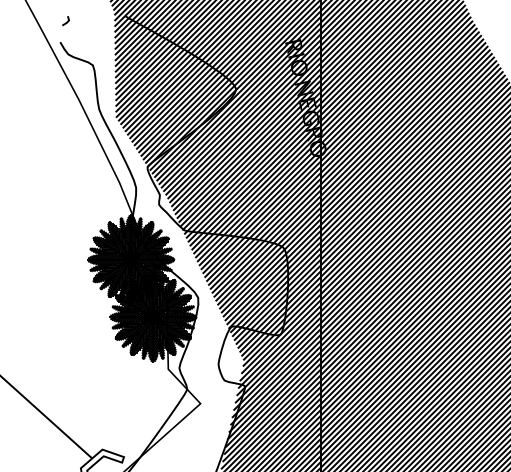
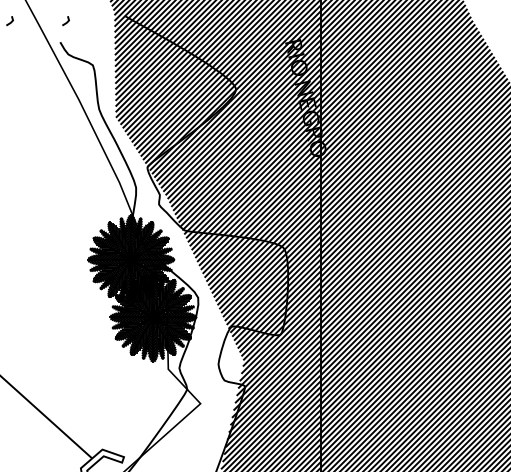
line at (10, 21): none -> present
